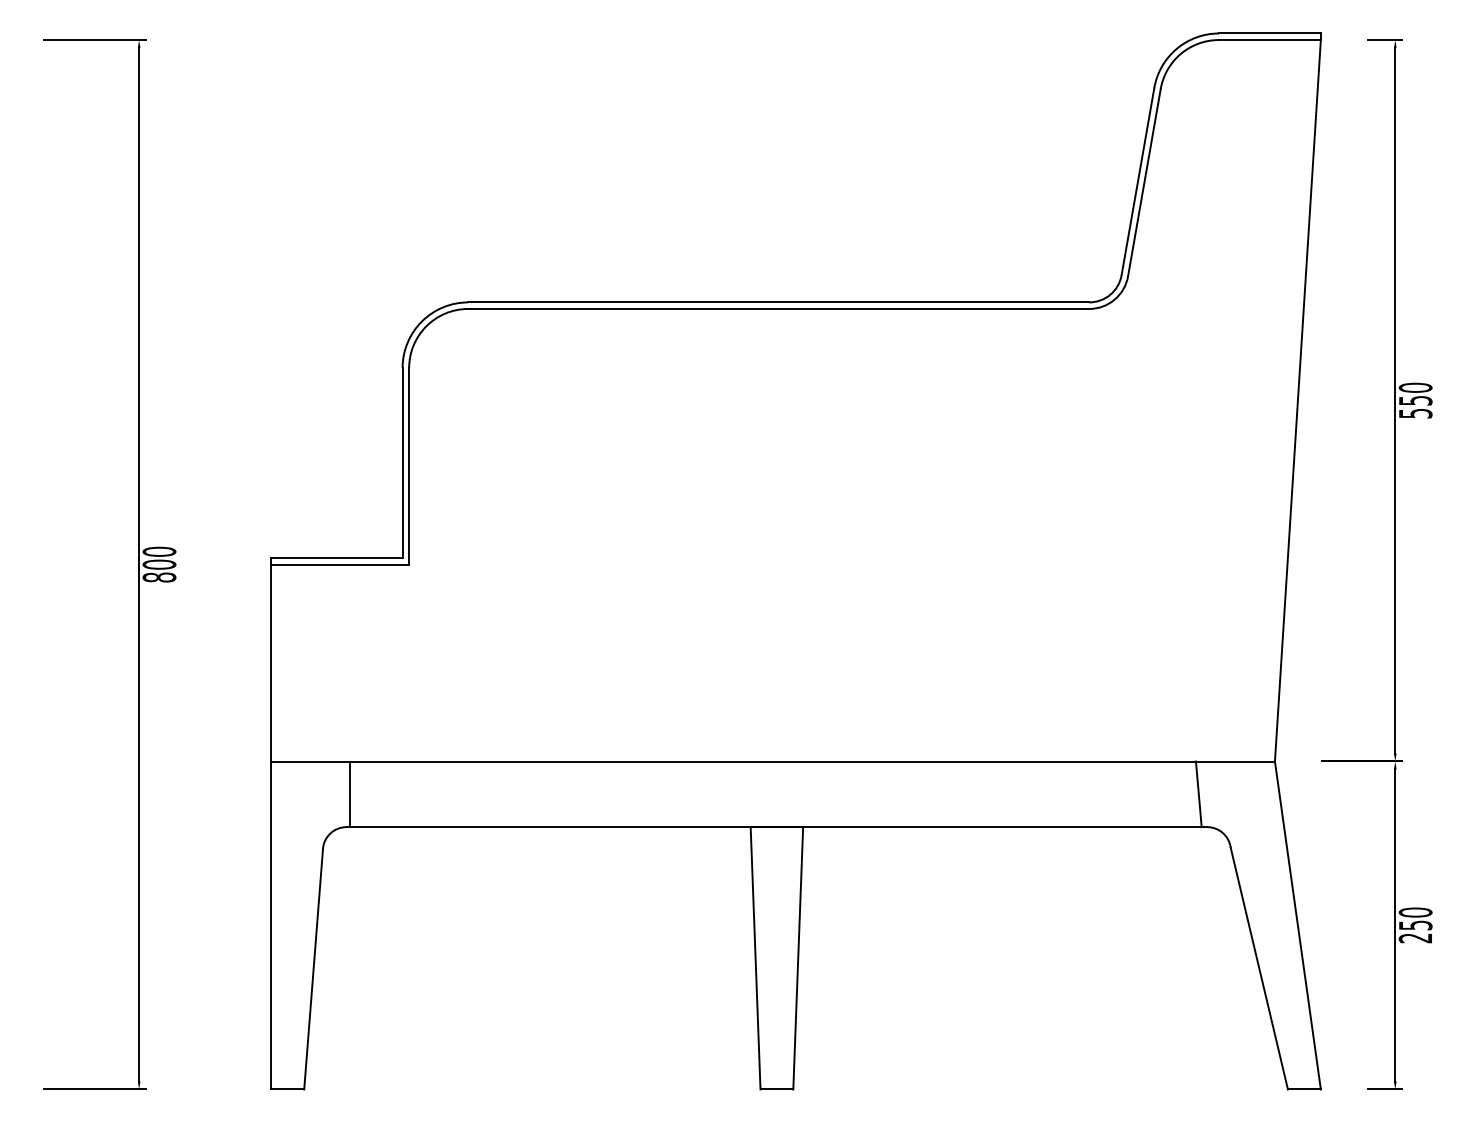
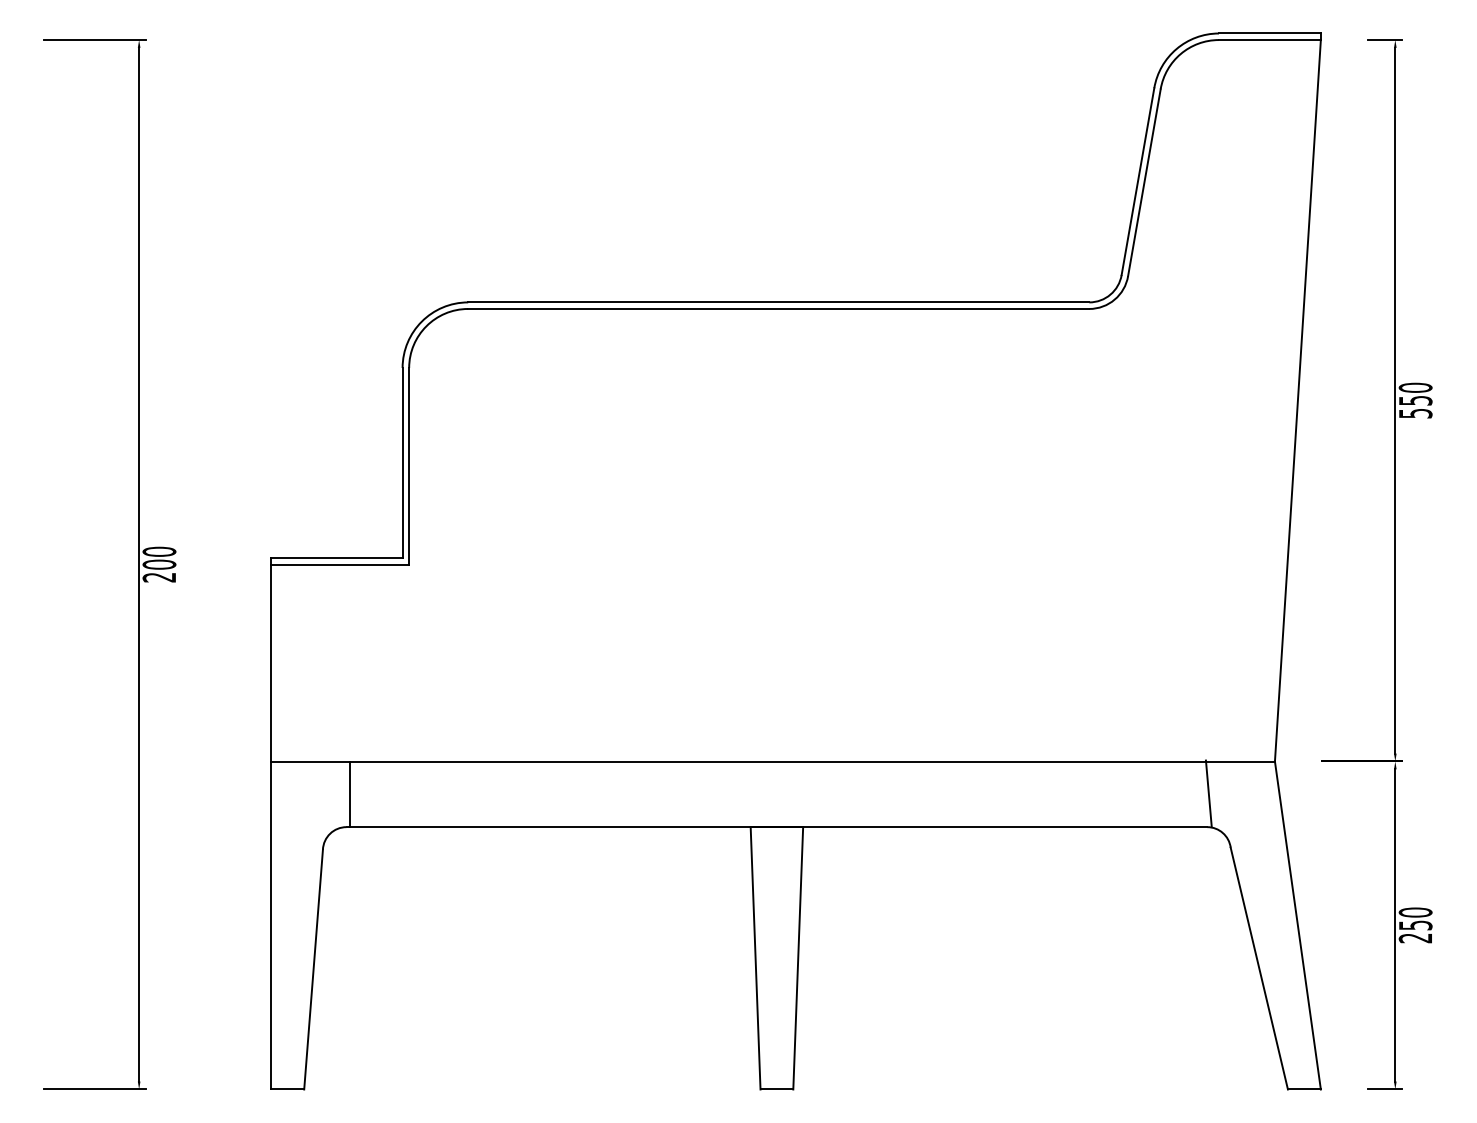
text at (159, 577): 800 -> 200
line at (1198, 794) position: (1198, 794) -> (1208, 793)
